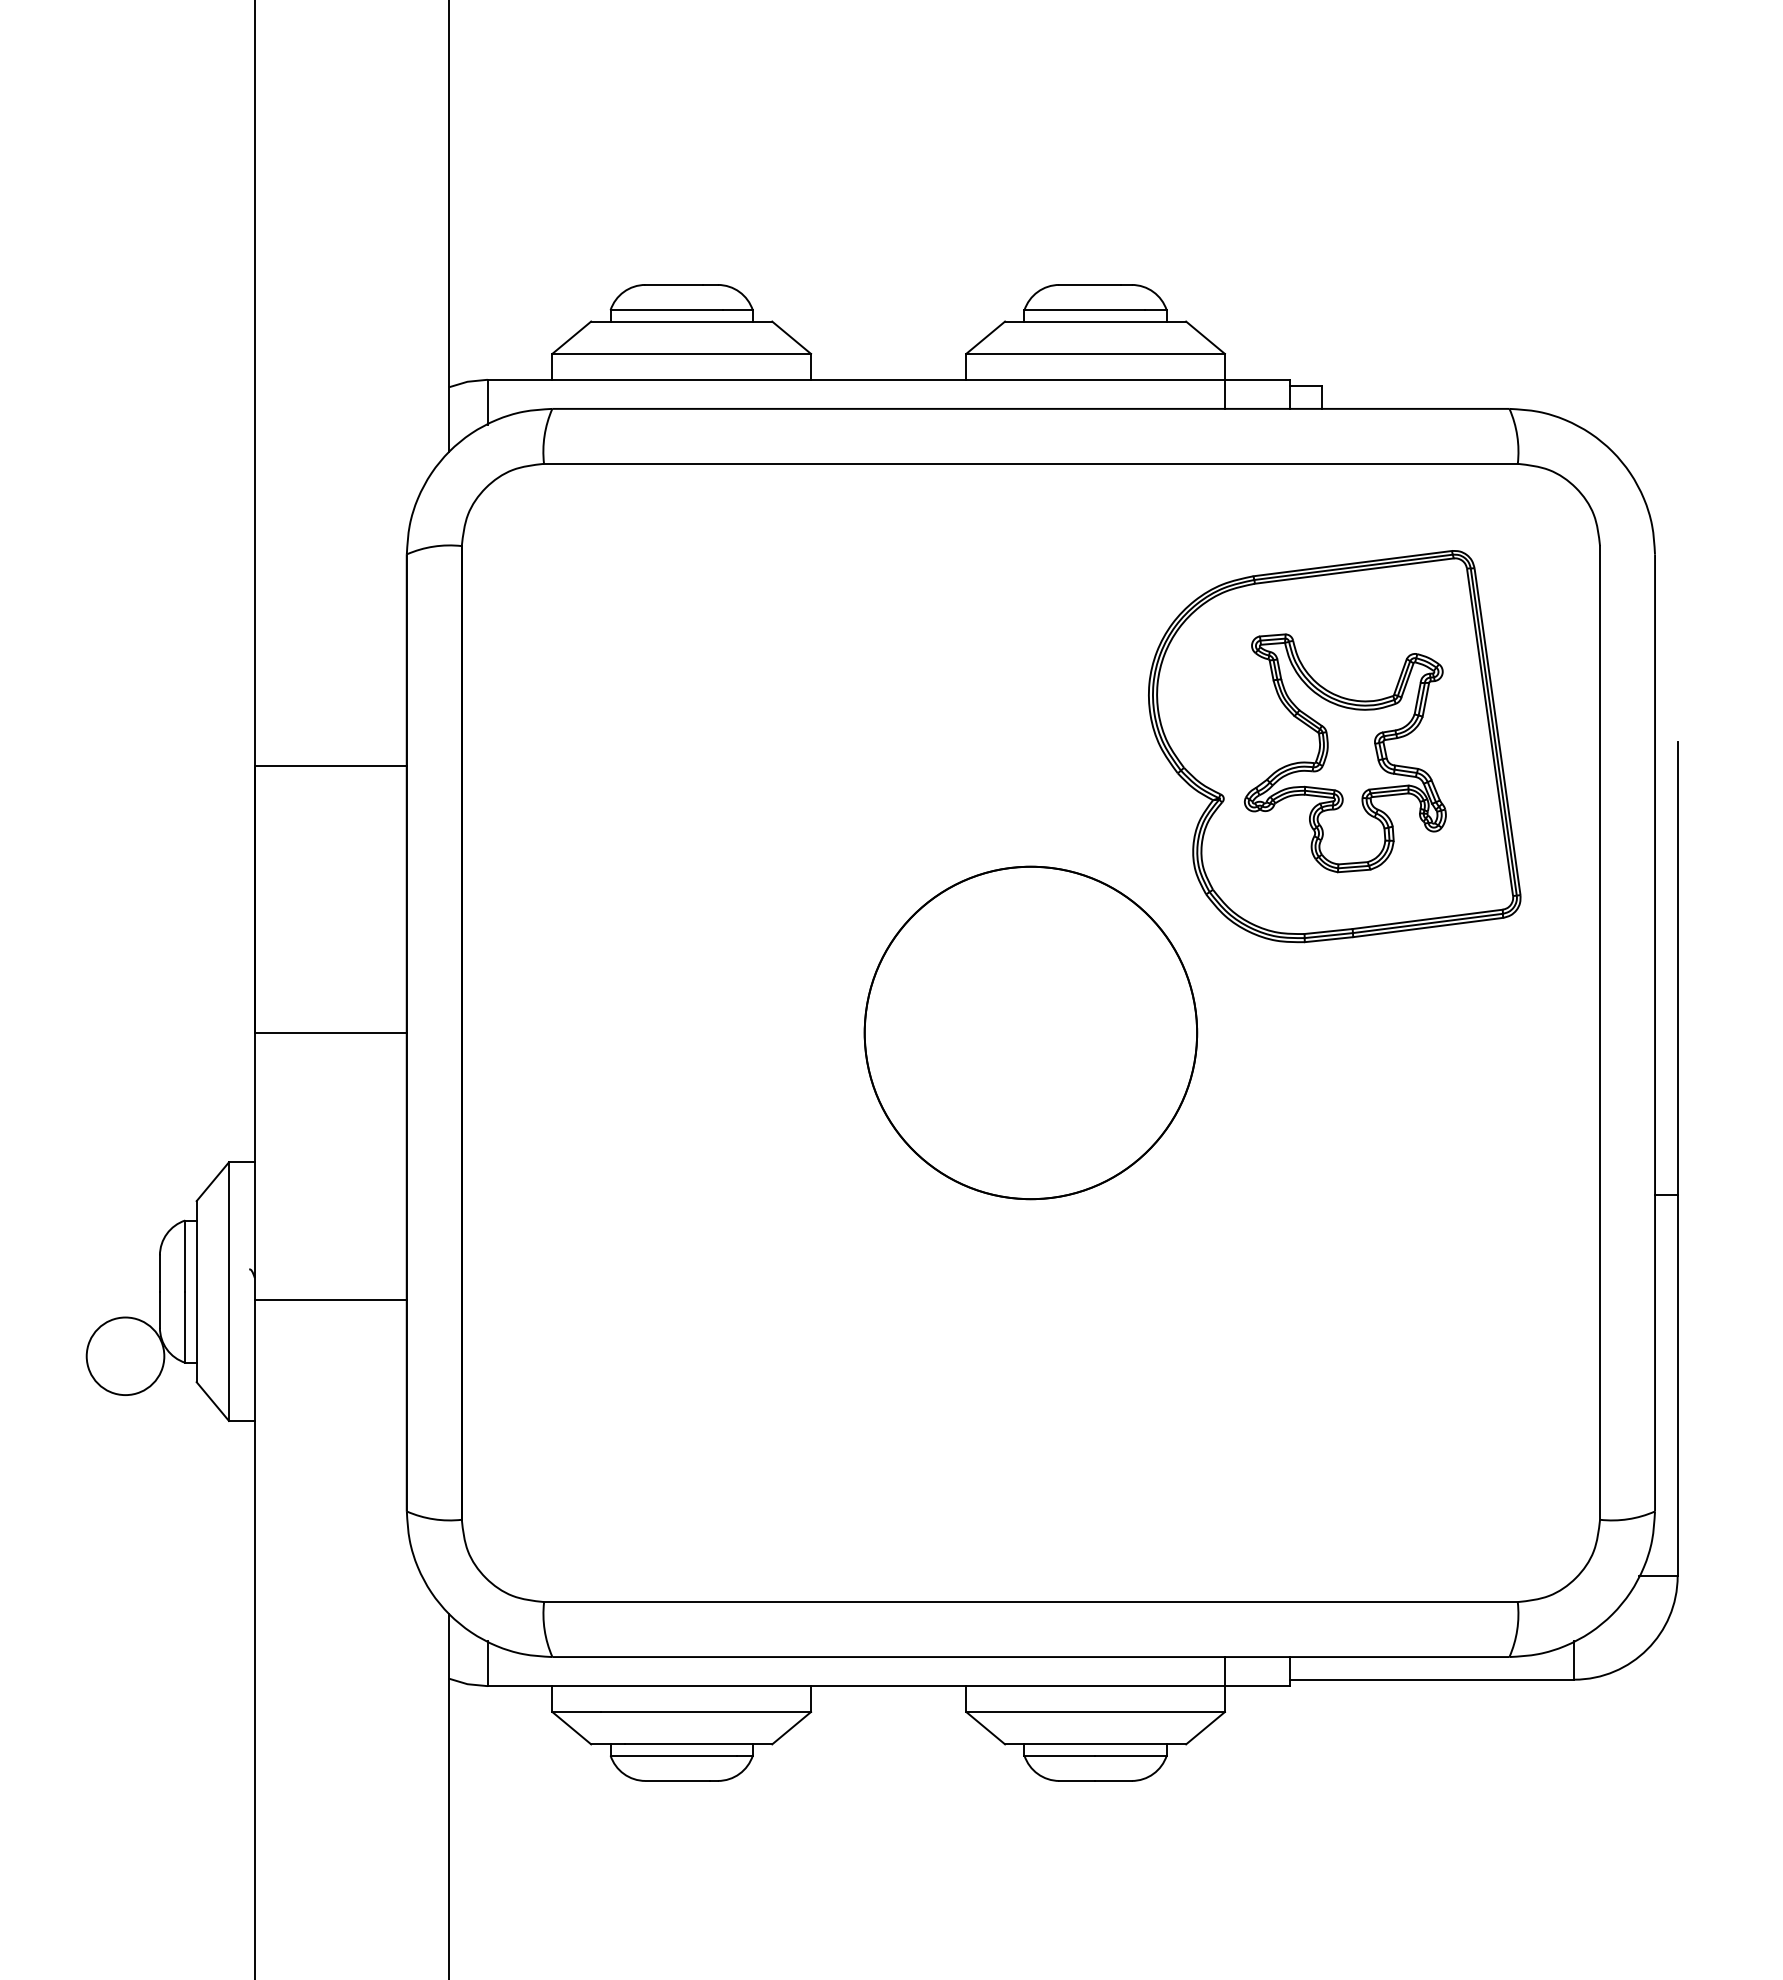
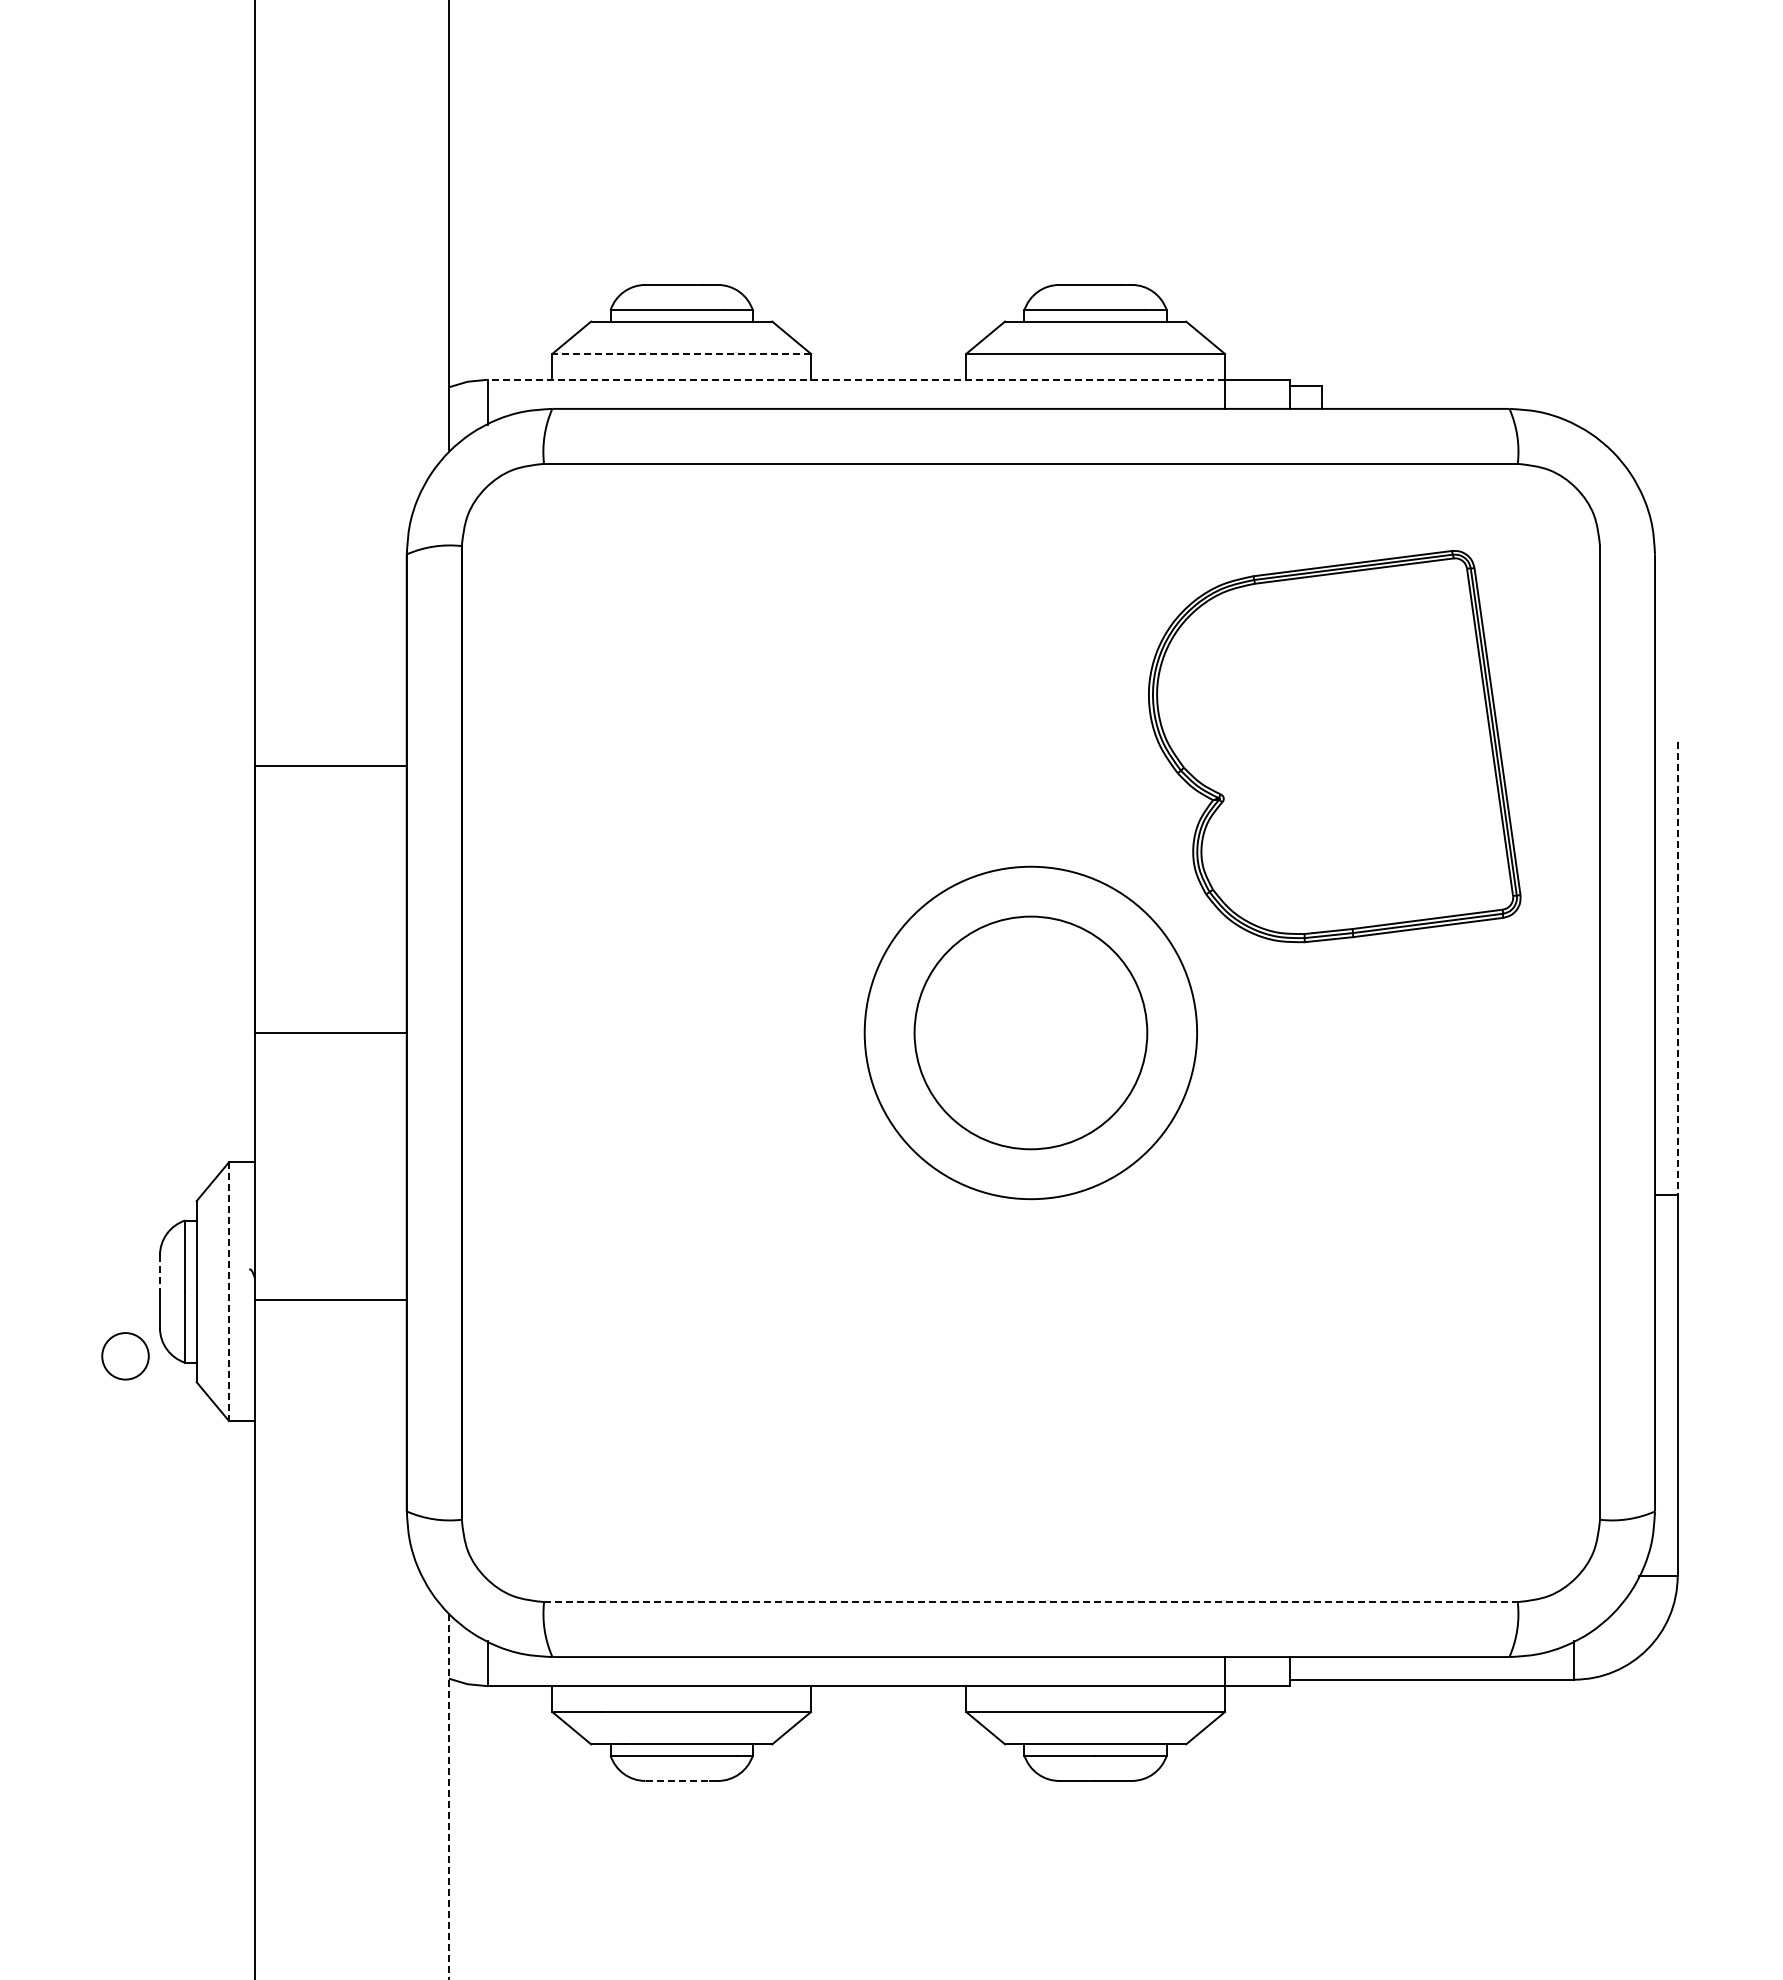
line at (681, 353): solid -> dashed
line at (856, 379): solid -> dashed
part at (1345, 753): present -> none
line at (1677, 968): solid -> dashed
circle at (1030, 1032) diameter: 332 px -> 233 px
line at (160, 1274): solid -> dashed
line at (229, 1292): solid -> dashed
circle at (125, 1356) diameter: 78 px -> 47 px
line at (1030, 1602): solid -> dashed
line at (678, 1780): solid -> dashed
line at (448, 1796): solid -> dashed
